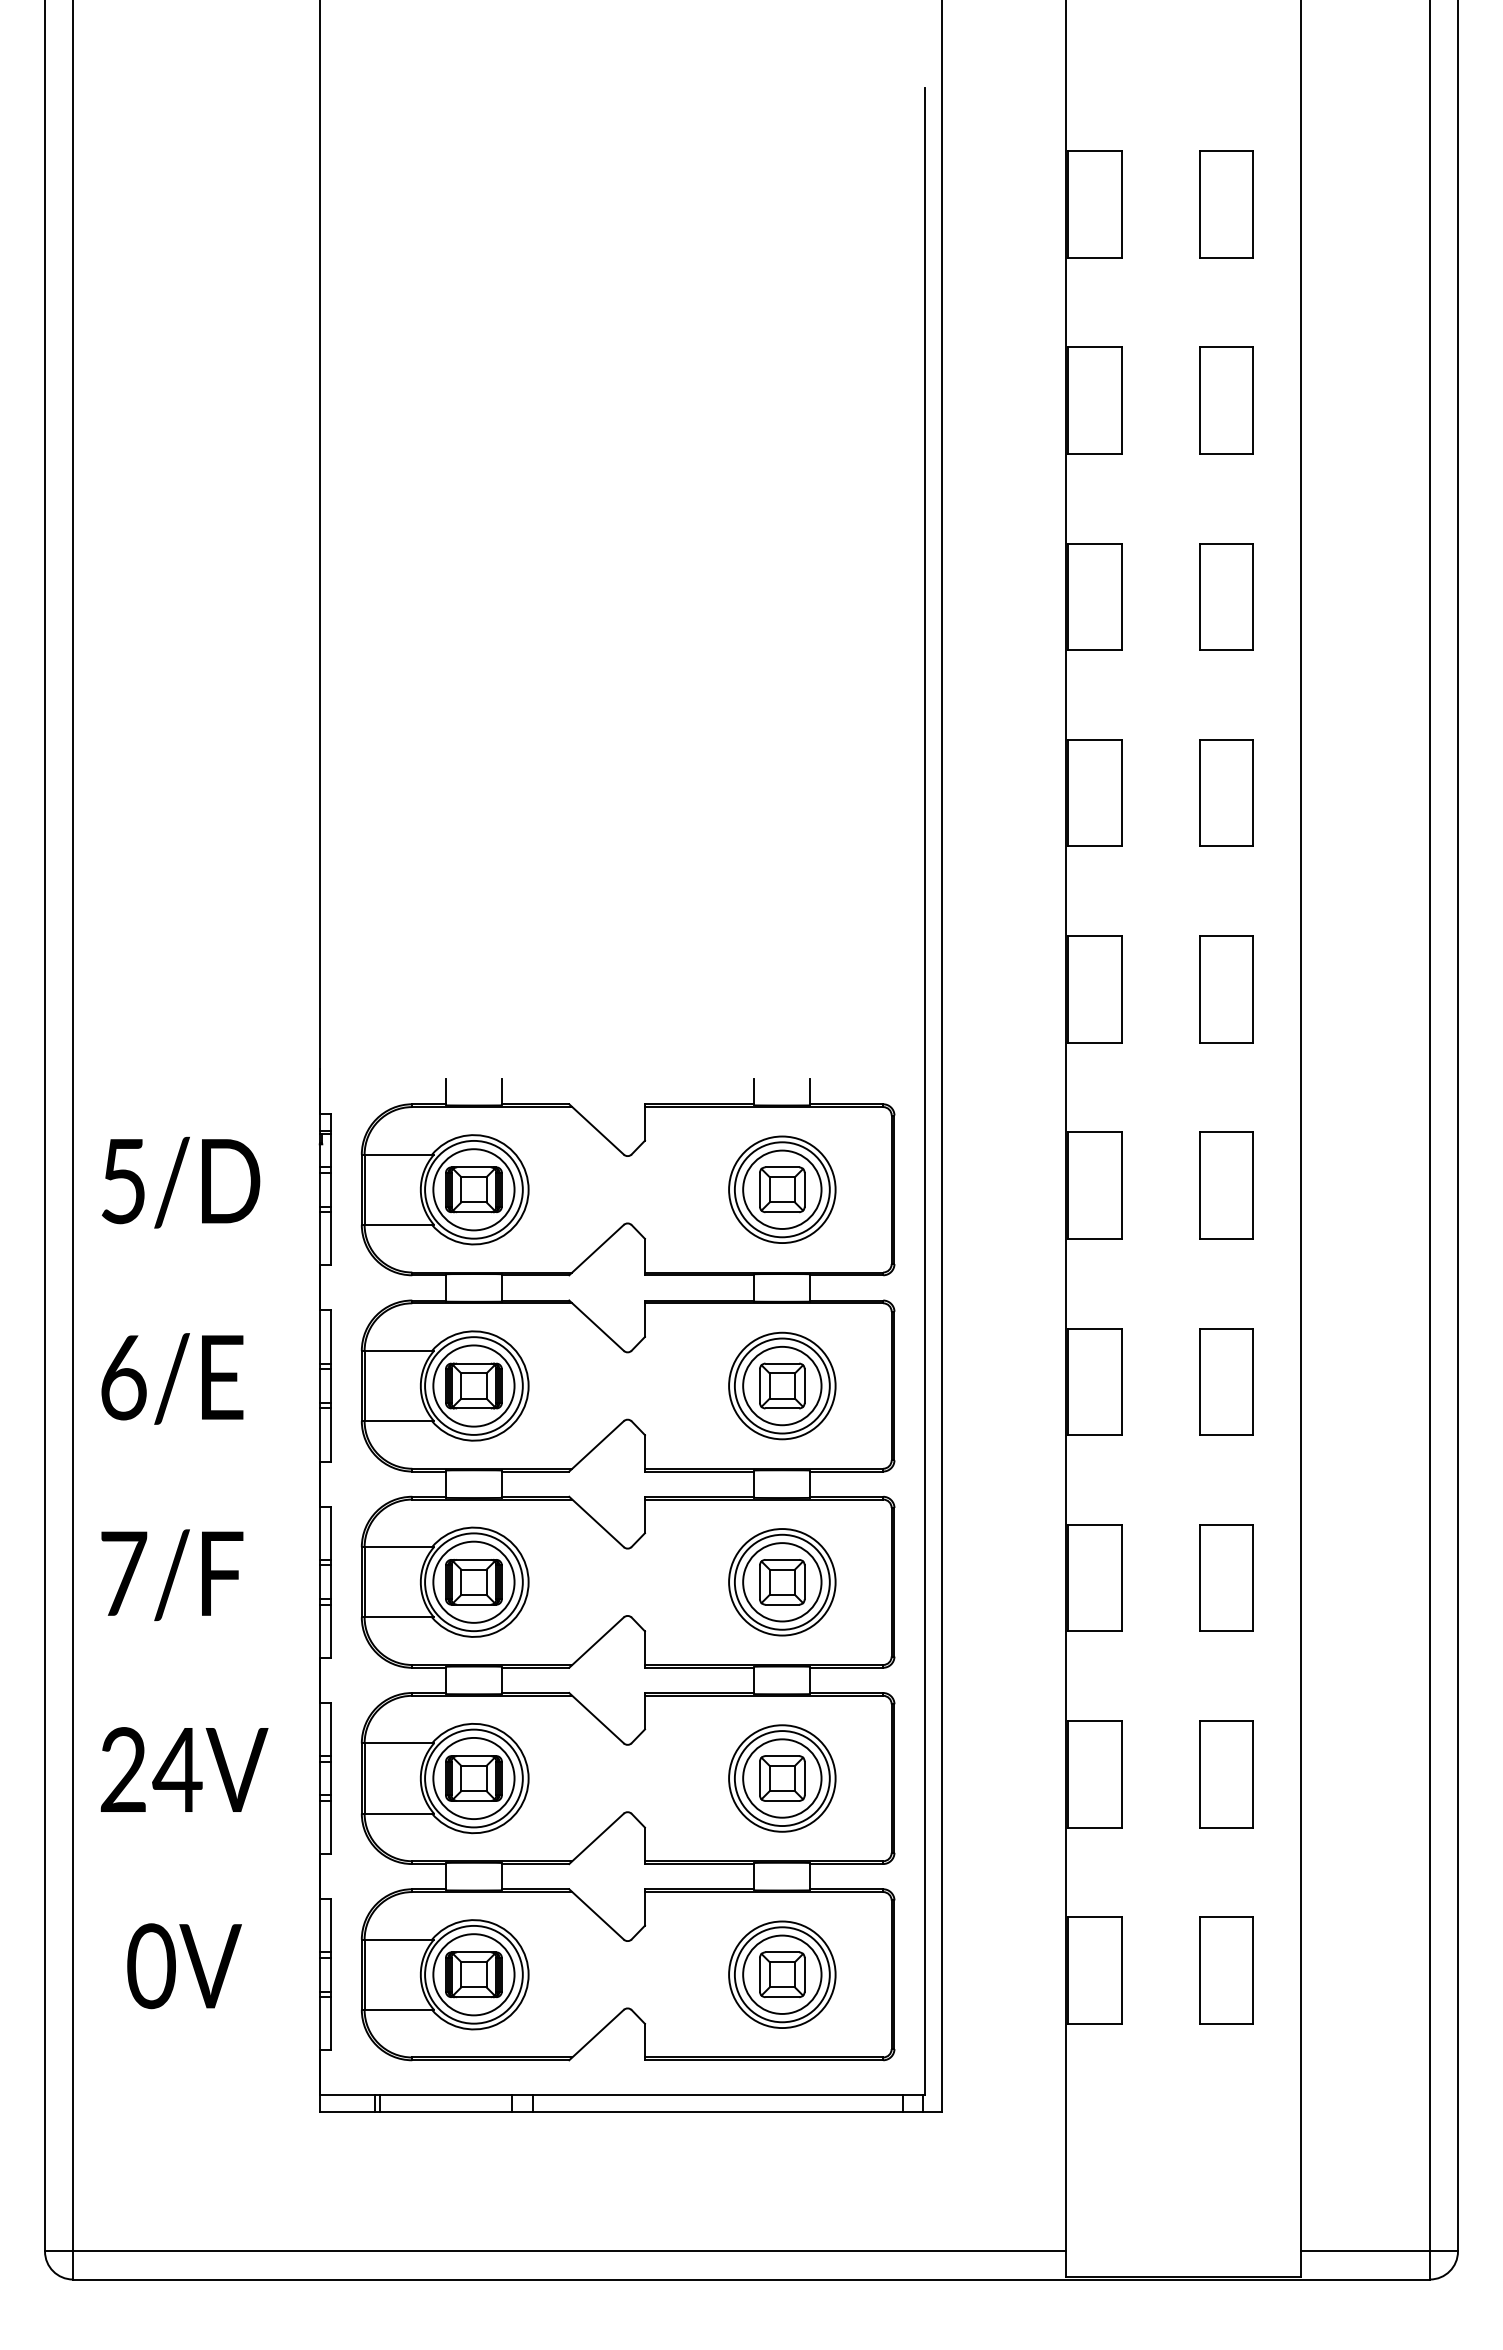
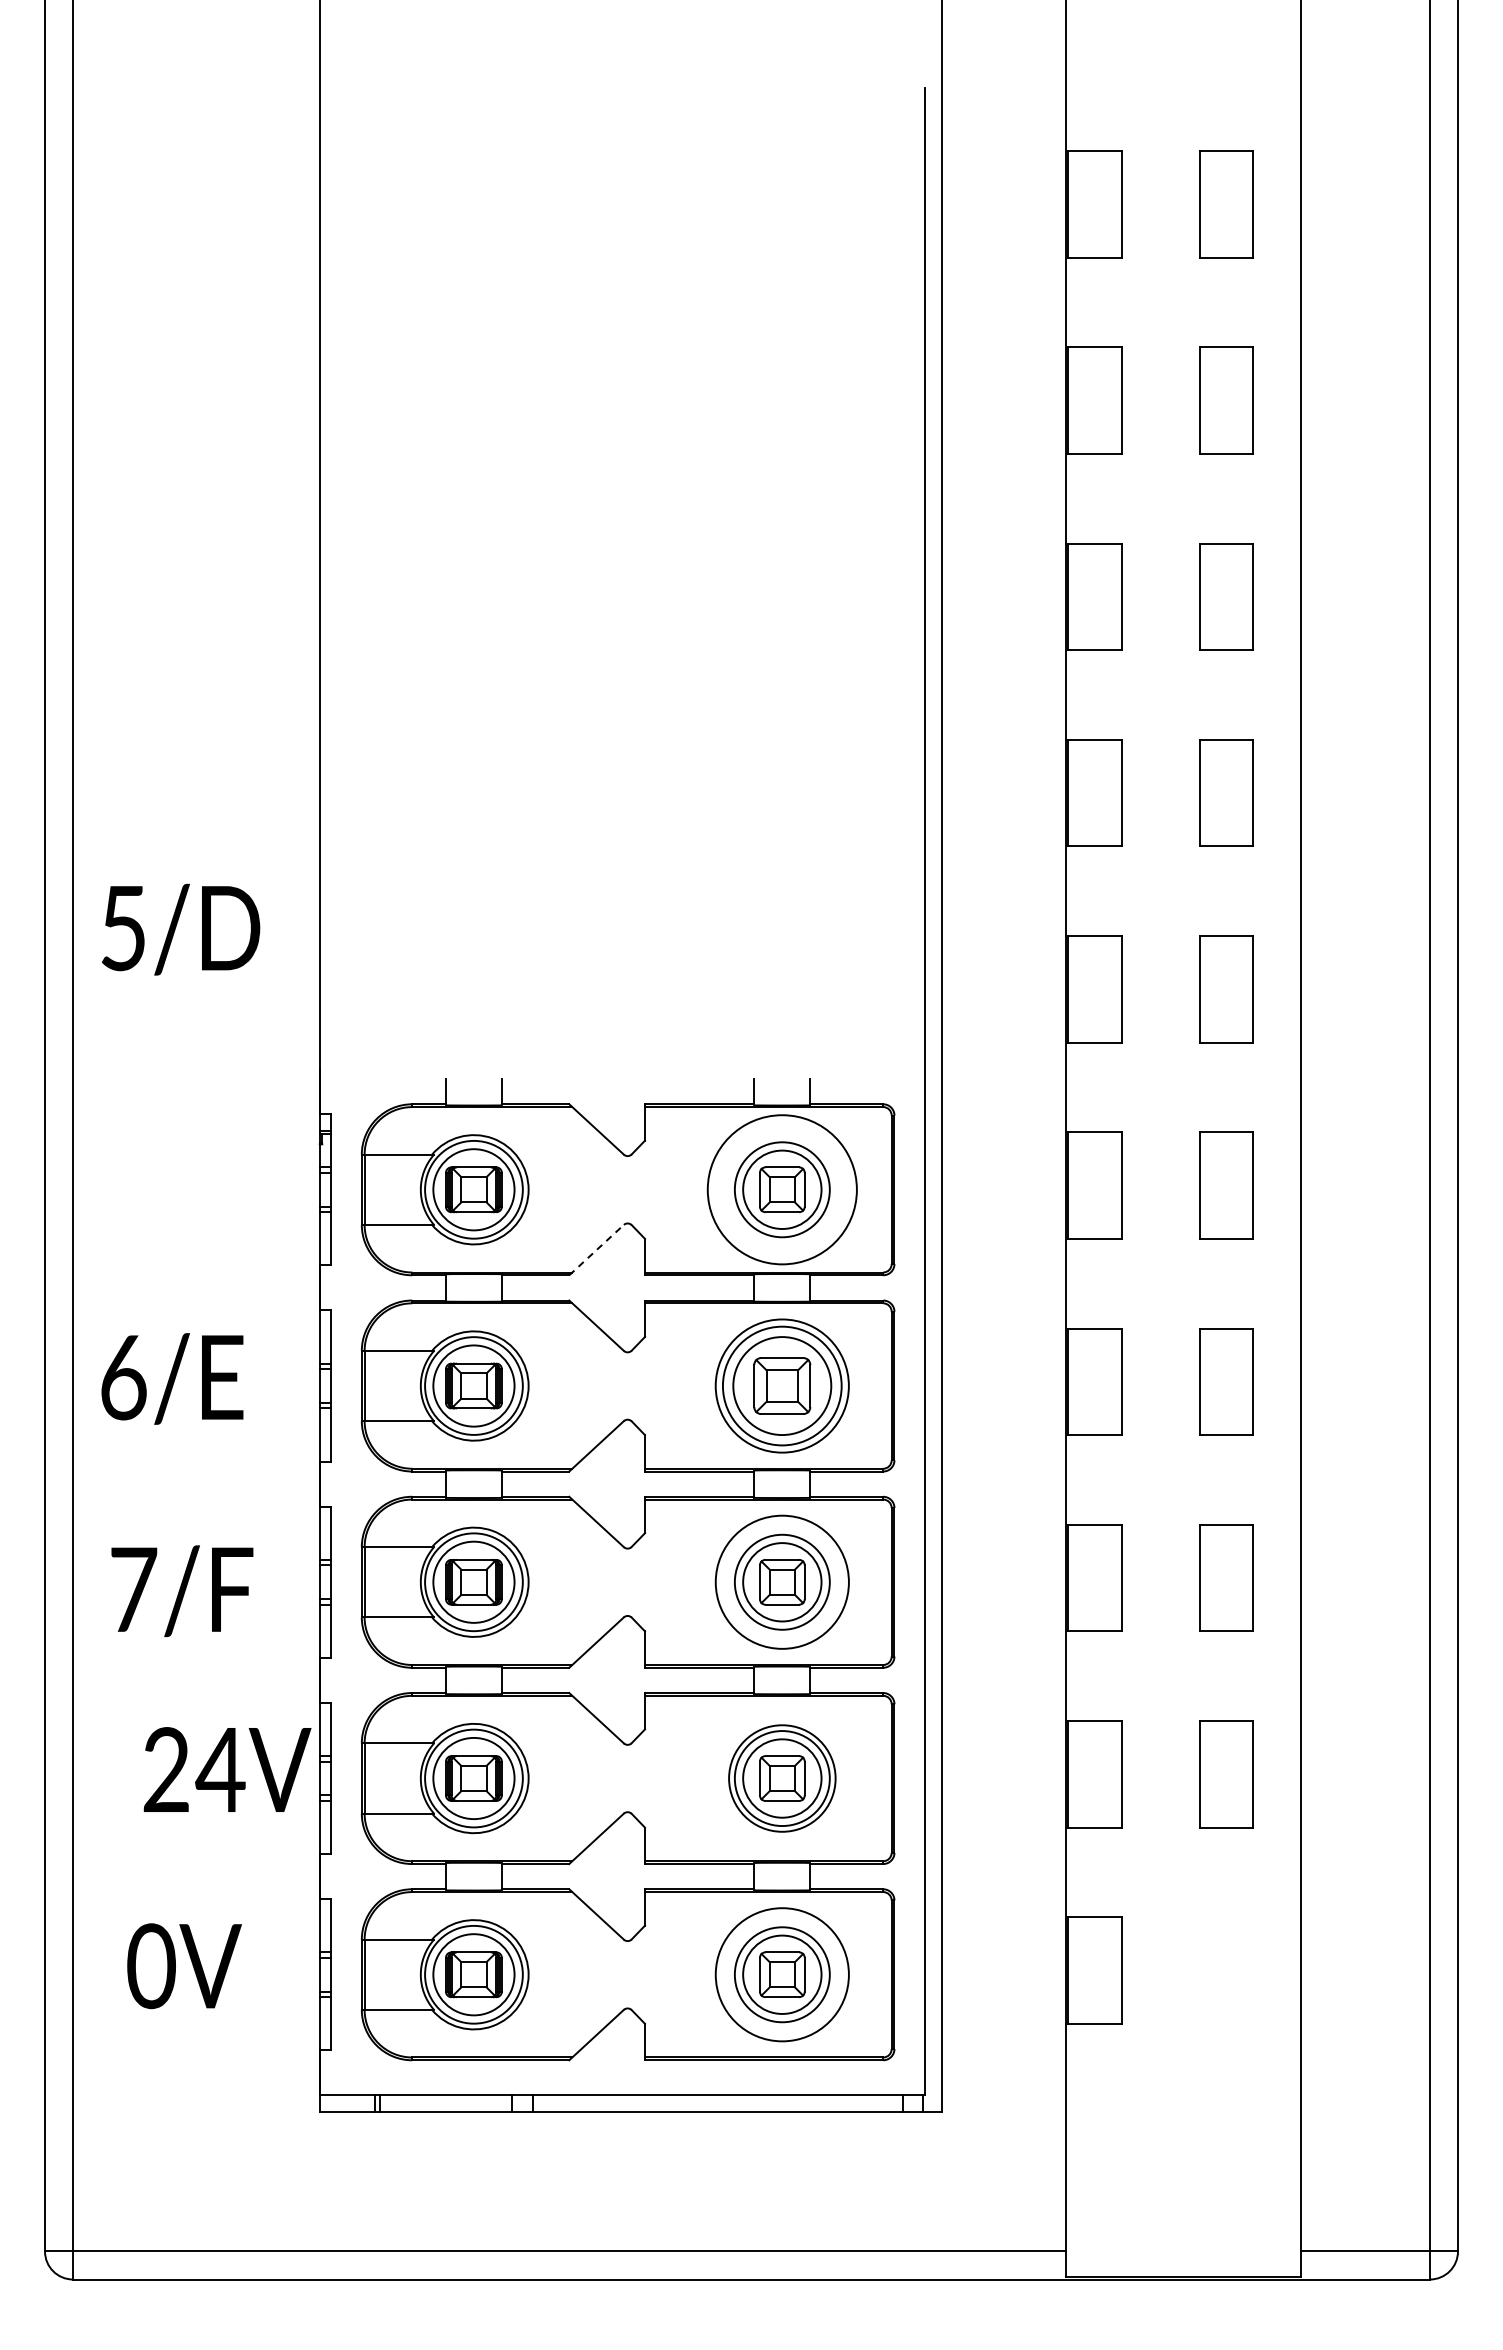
text at (181, 1182) position: (181, 1182) -> (181, 929)
circle at (782, 1189) diameter: 107 px -> 149 px
line at (596, 1249): solid -> dashed
part at (782, 1385) size: 109x110 px -> 136x136 px
text at (172, 1574) position: (172, 1574) -> (182, 1590)
circle at (782, 1582) diameter: 107 px -> 133 px
text at (184, 1769) position: (184, 1769) -> (227, 1769)
part at (1226, 1970): present -> none
circle at (782, 1974) diameter: 107 px -> 133 px
